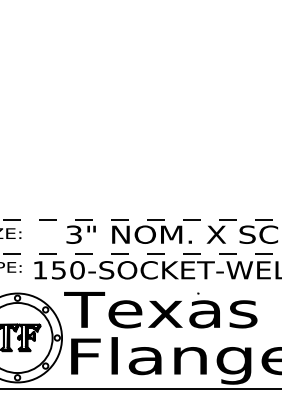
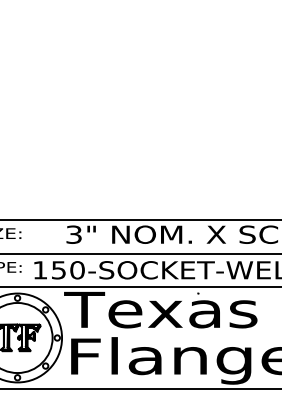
line at (141, 220): dashed -> solid
line at (141, 253): dashed -> solid
line at (140, 287): none -> present
